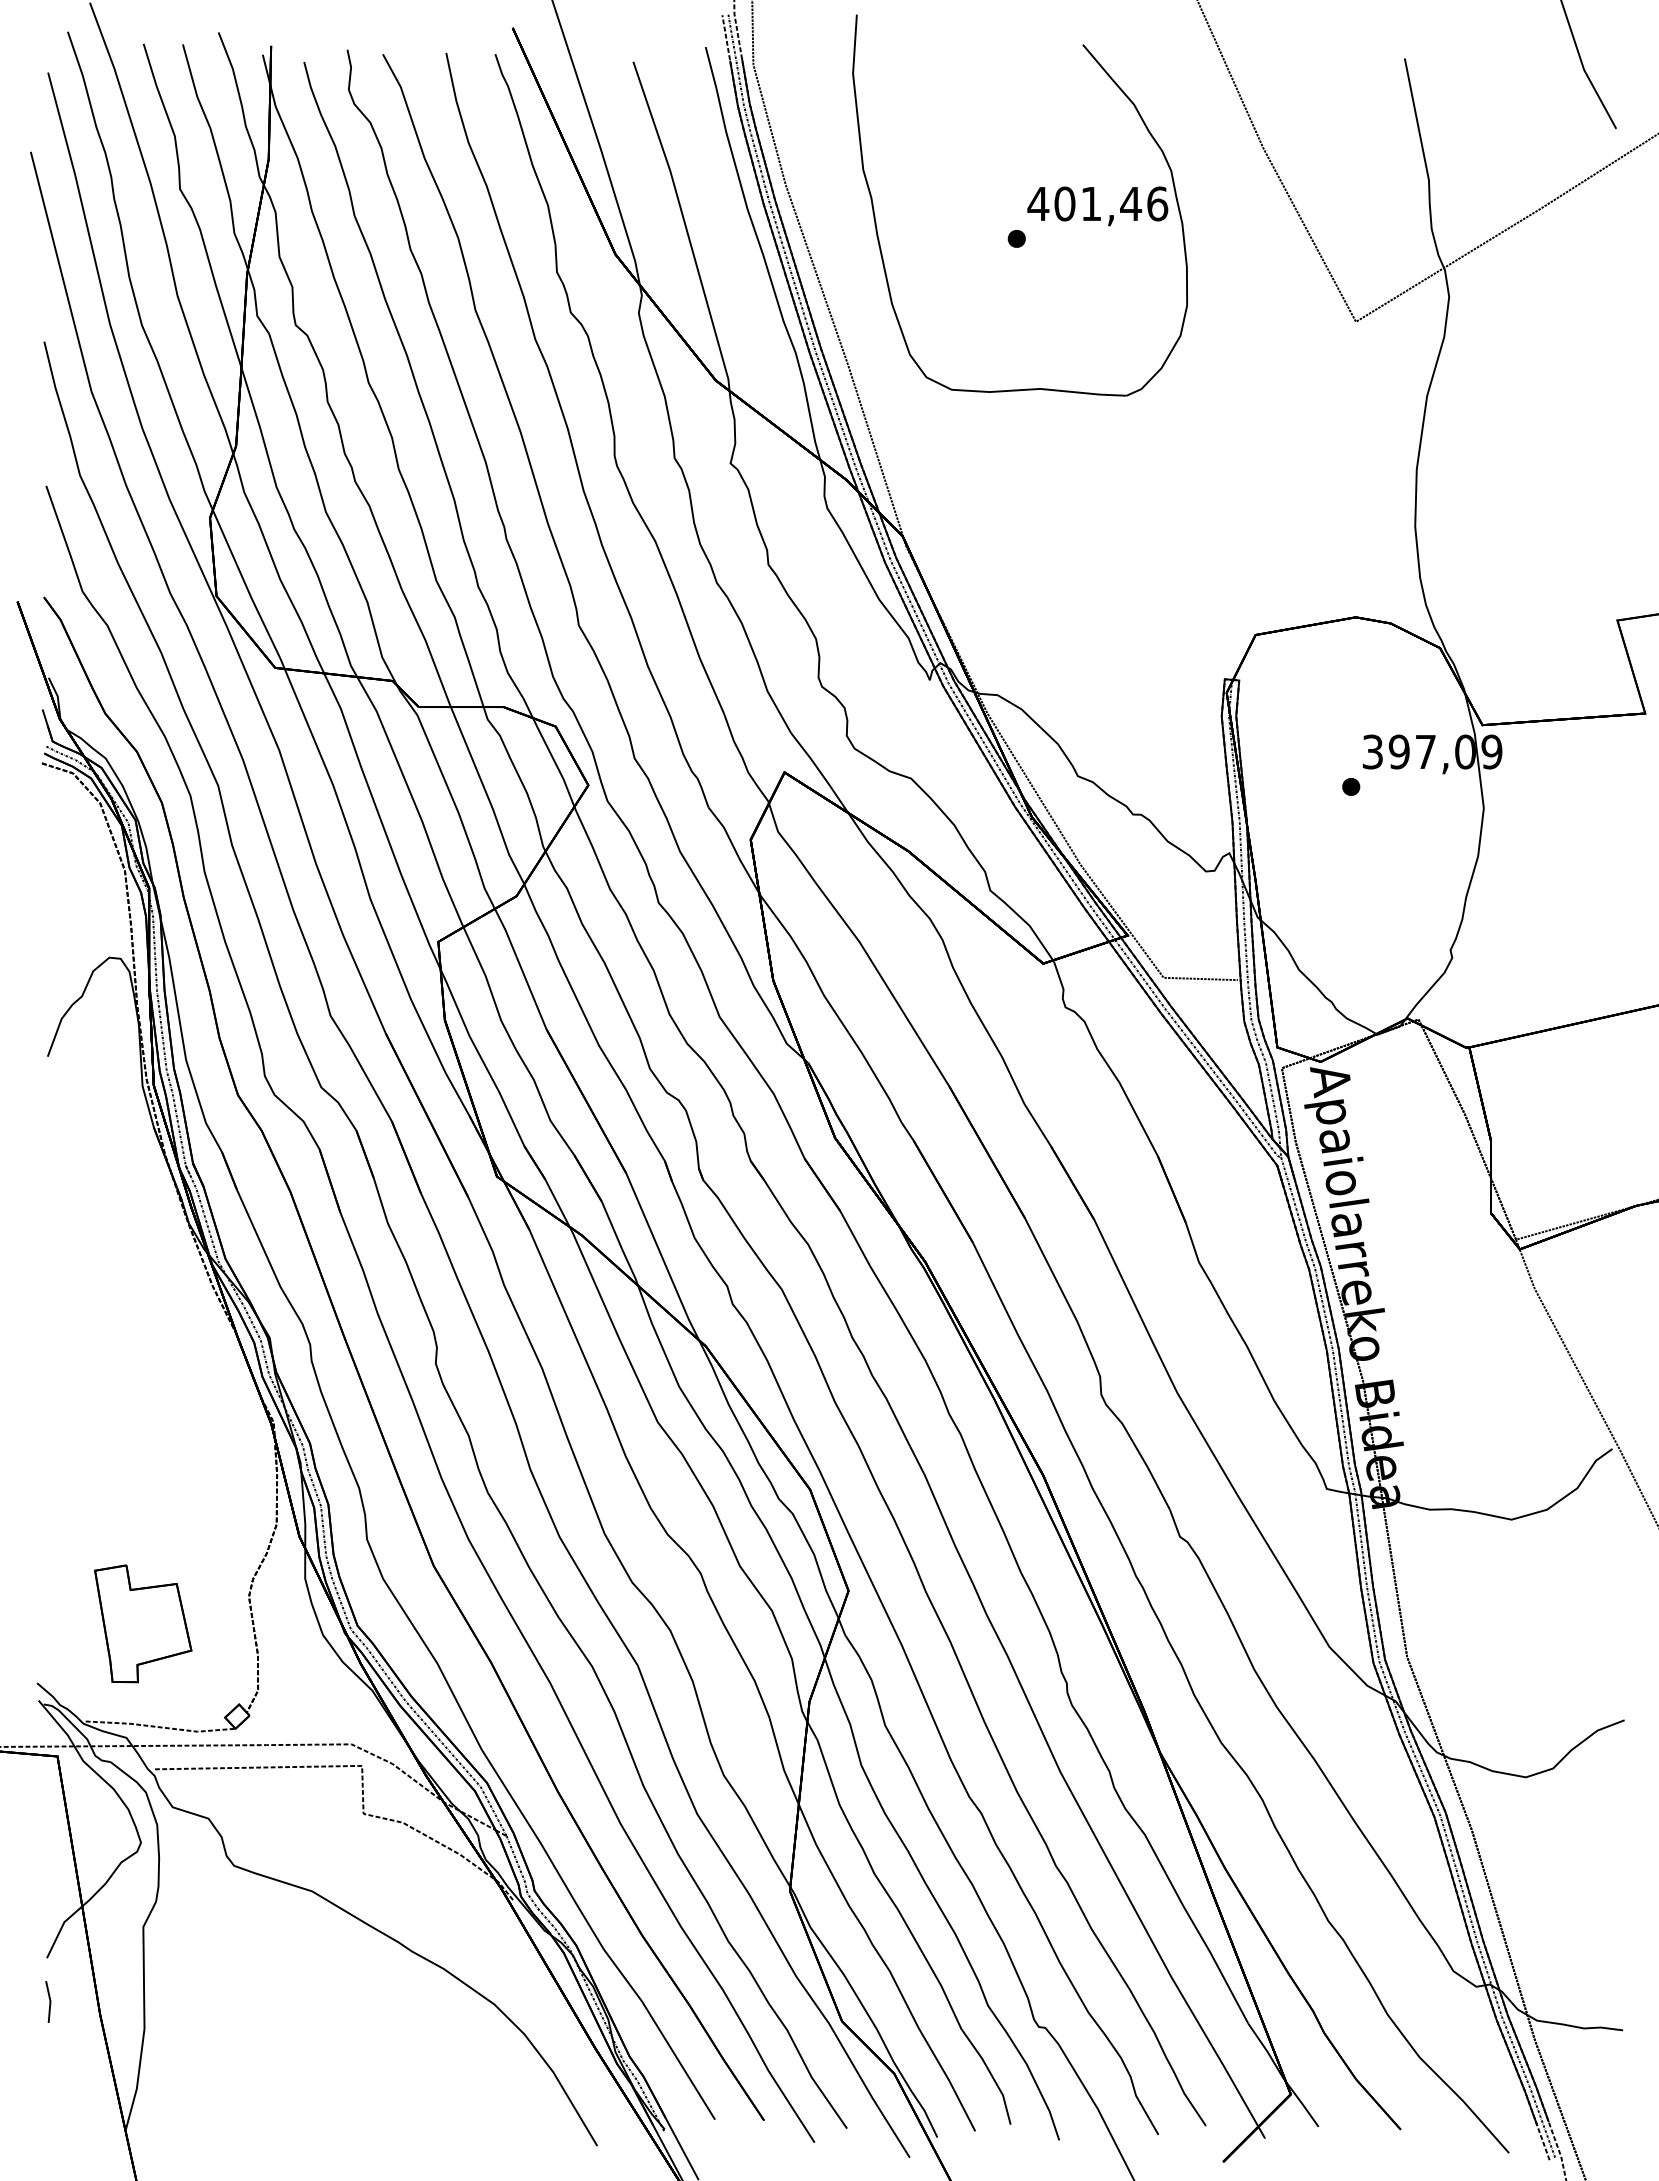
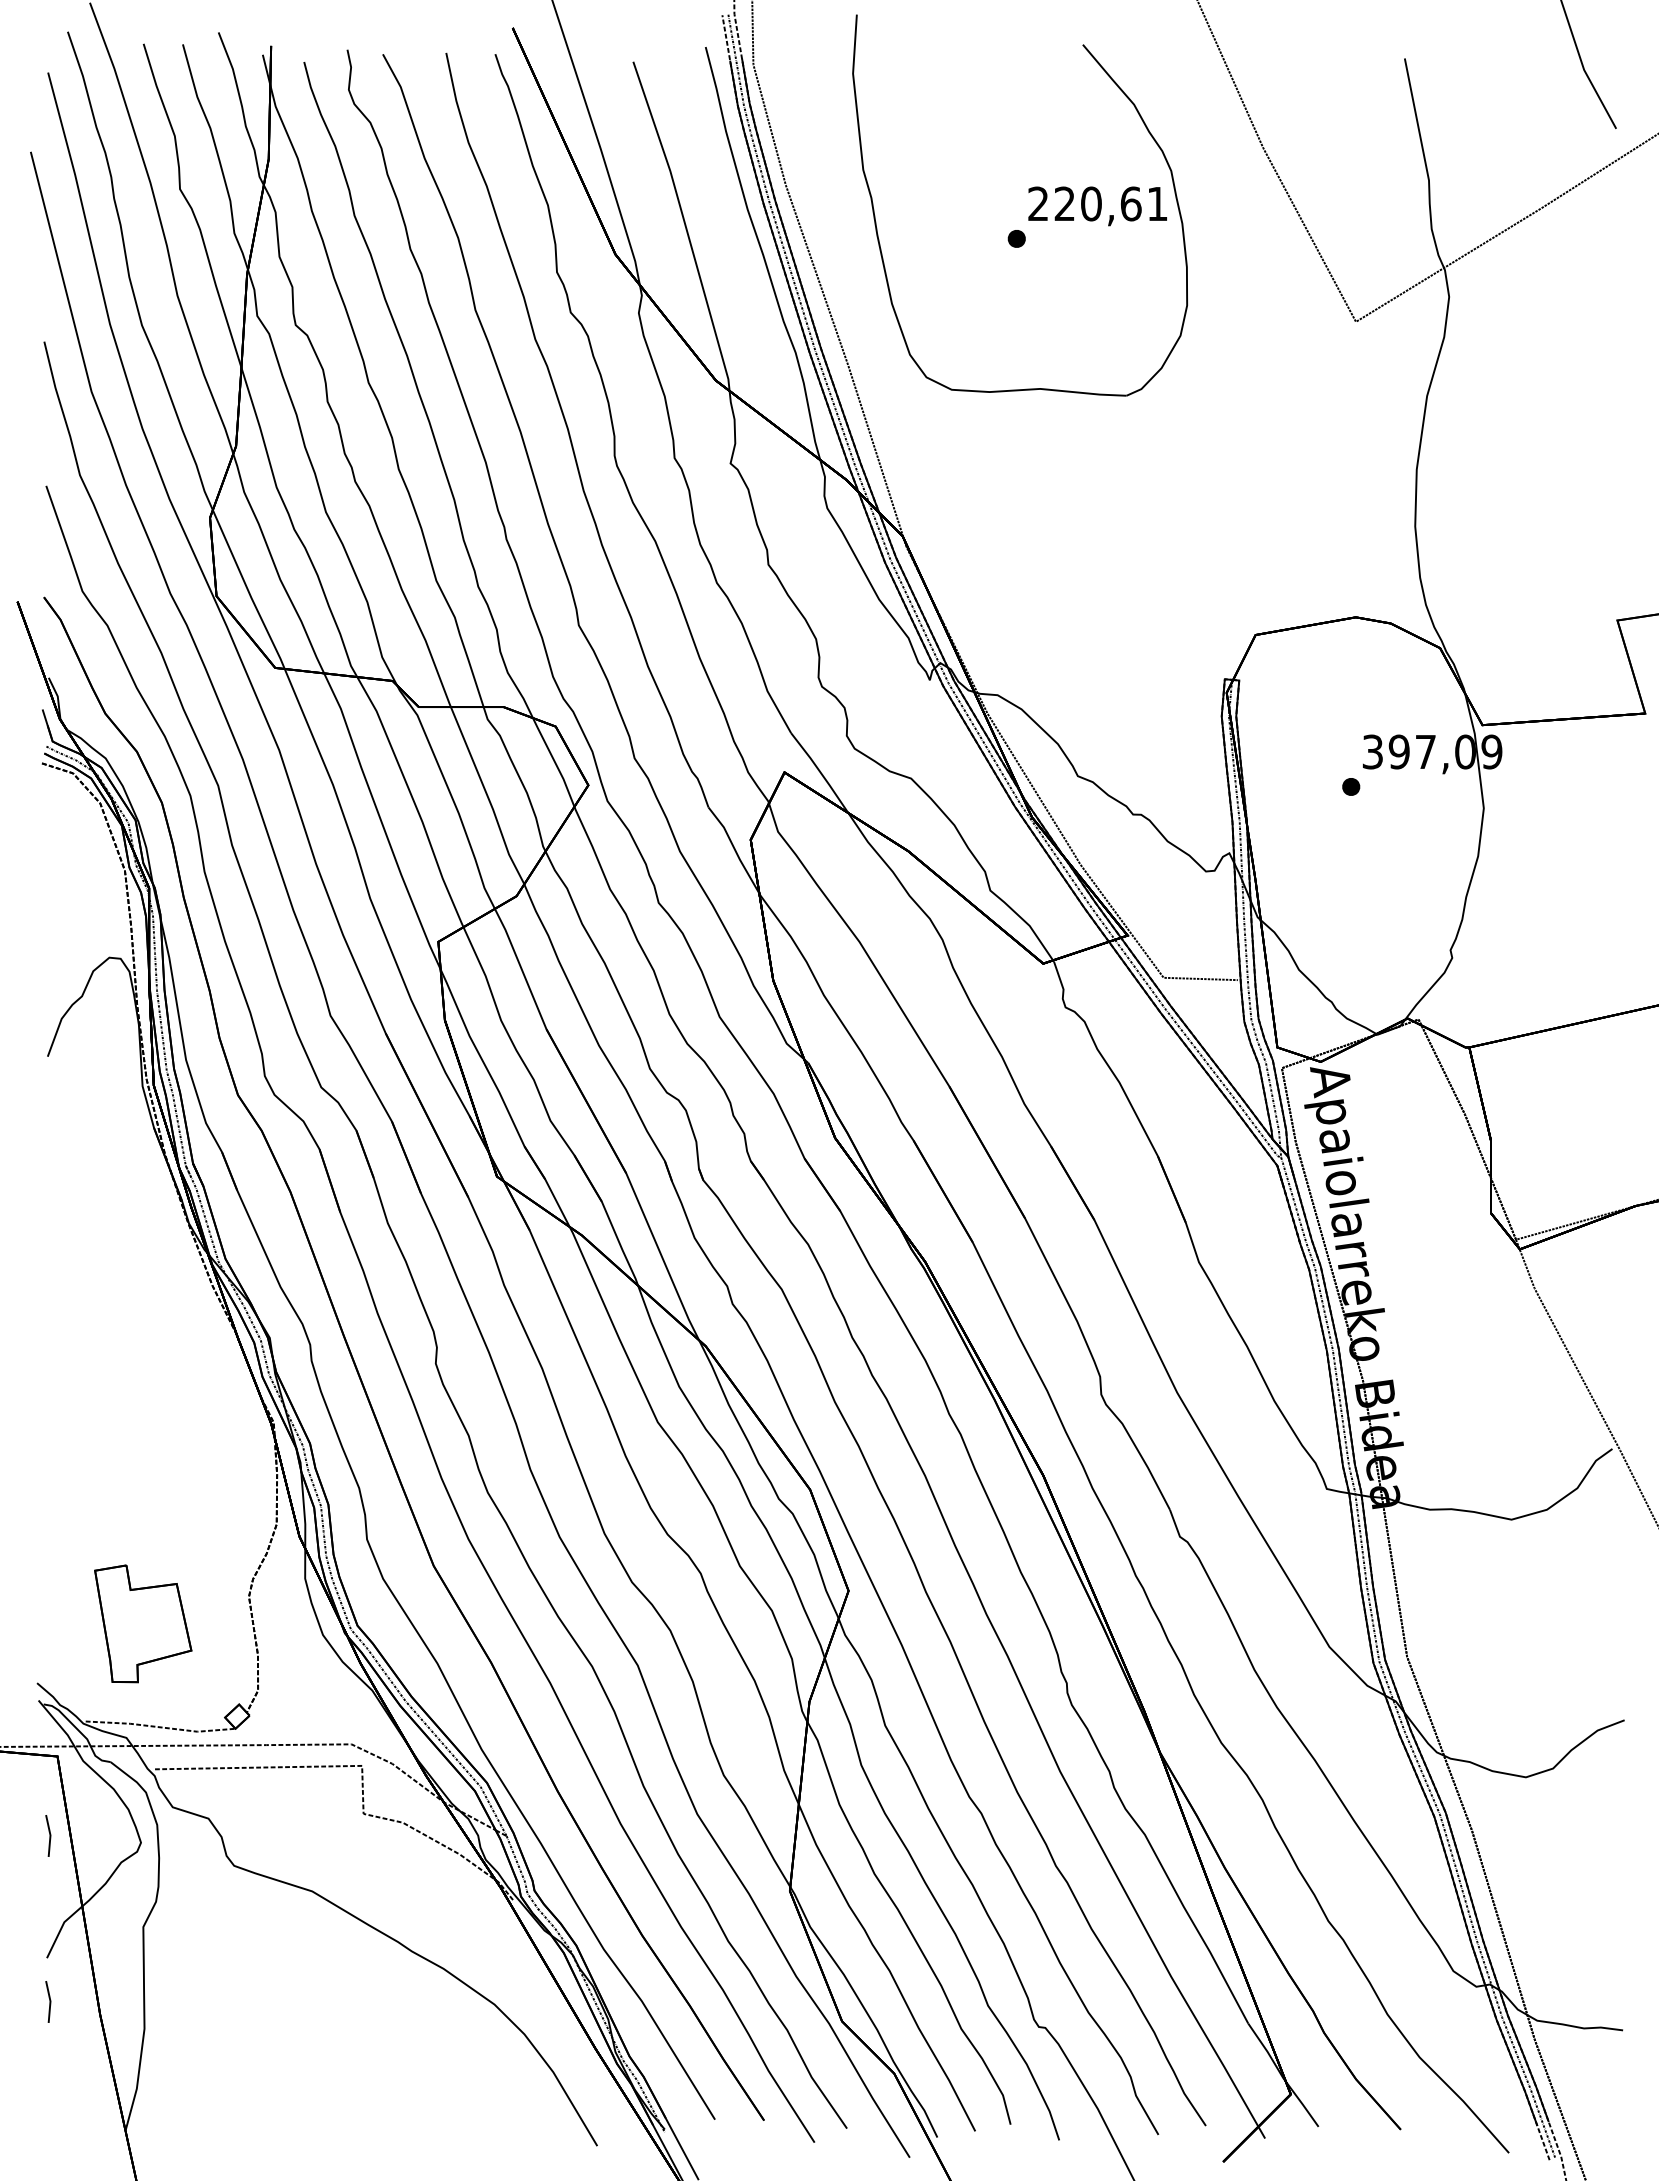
text at (1097, 203): 401,46 -> 220,61
line at (49, 1835): none -> present
